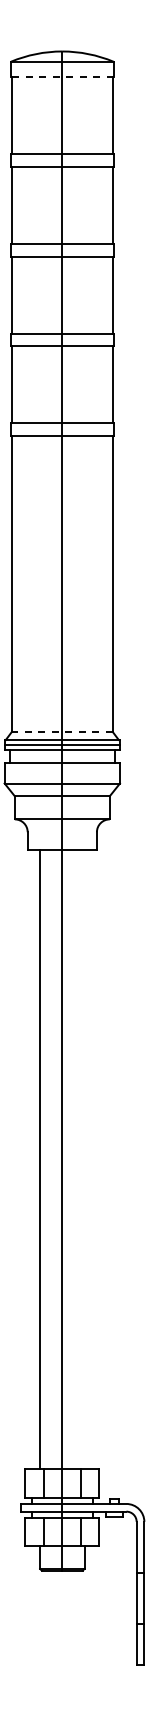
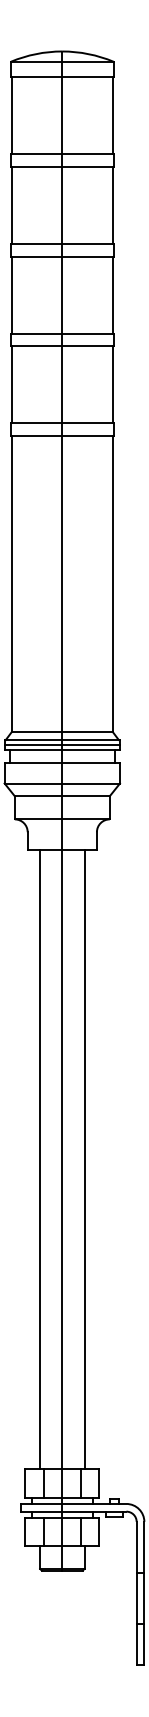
line at (61, 77): dashed -> solid
line at (62, 732): dashed -> solid
line at (84, 1159): none -> present
